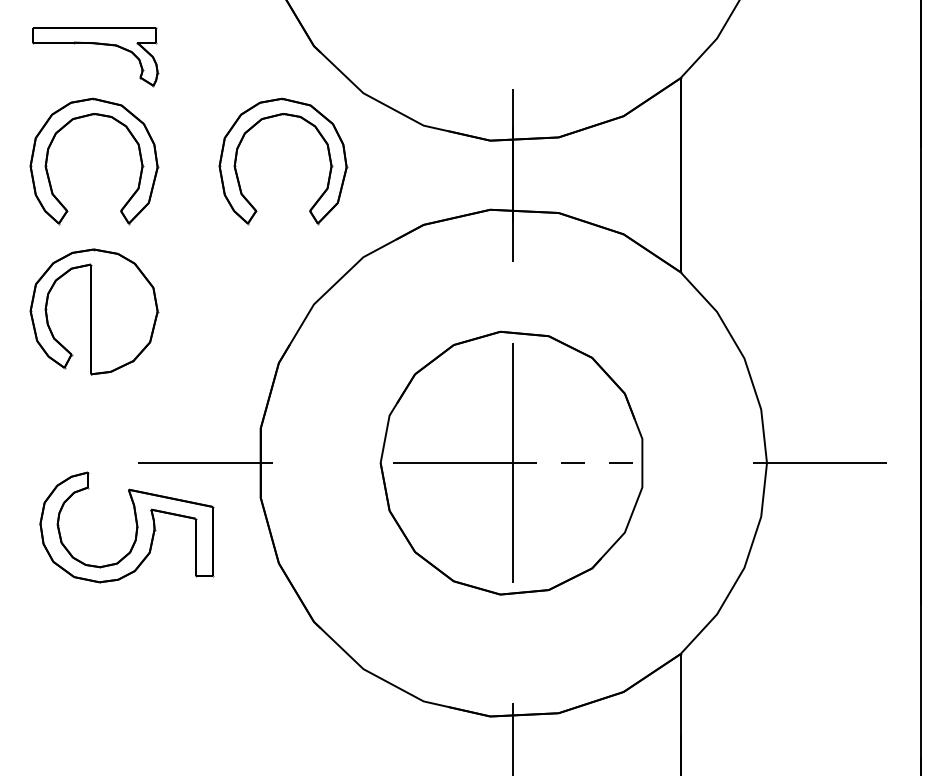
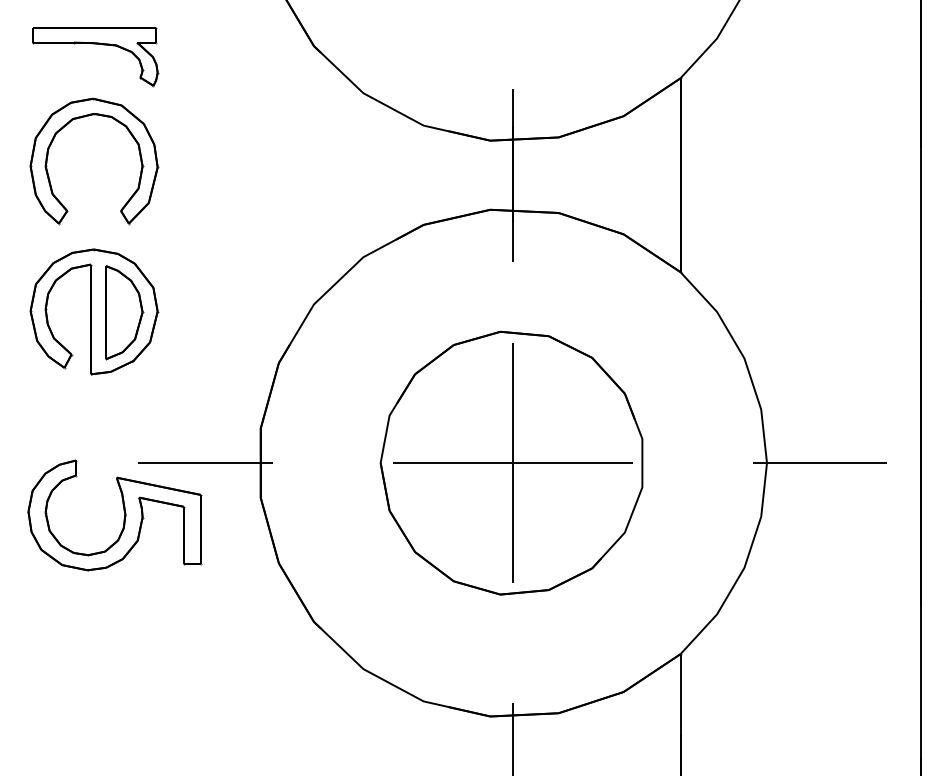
part at (320, 136): present -> none
part at (124, 312): none -> present
line at (572, 463): dashed -> solid
part at (135, 523) position: (135, 523) -> (123, 511)
